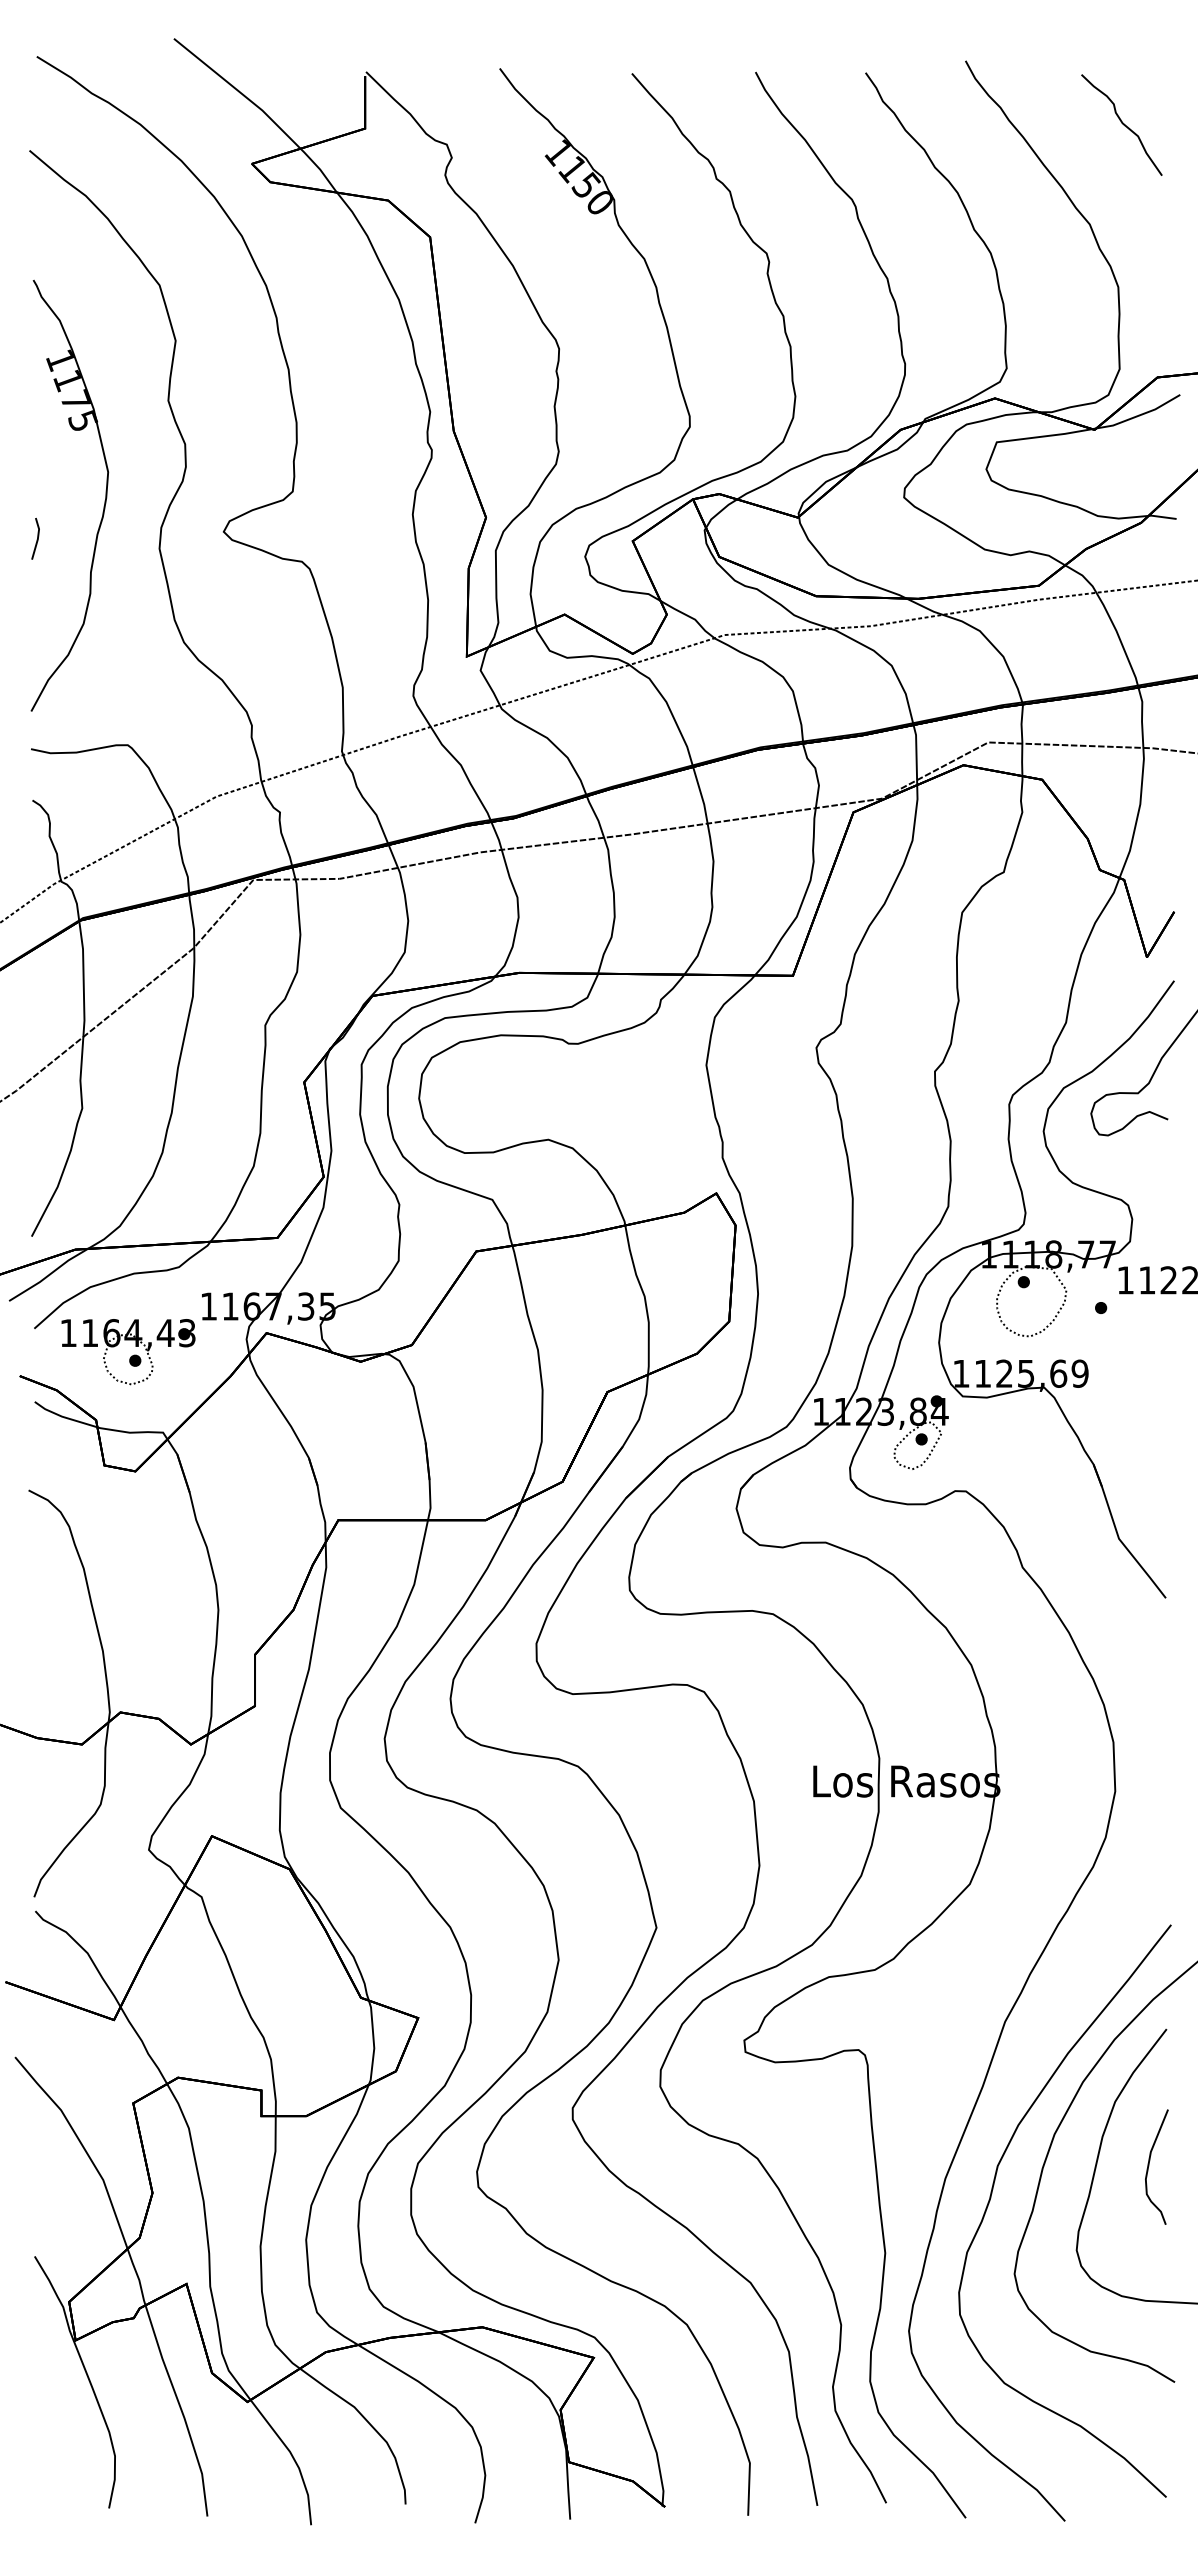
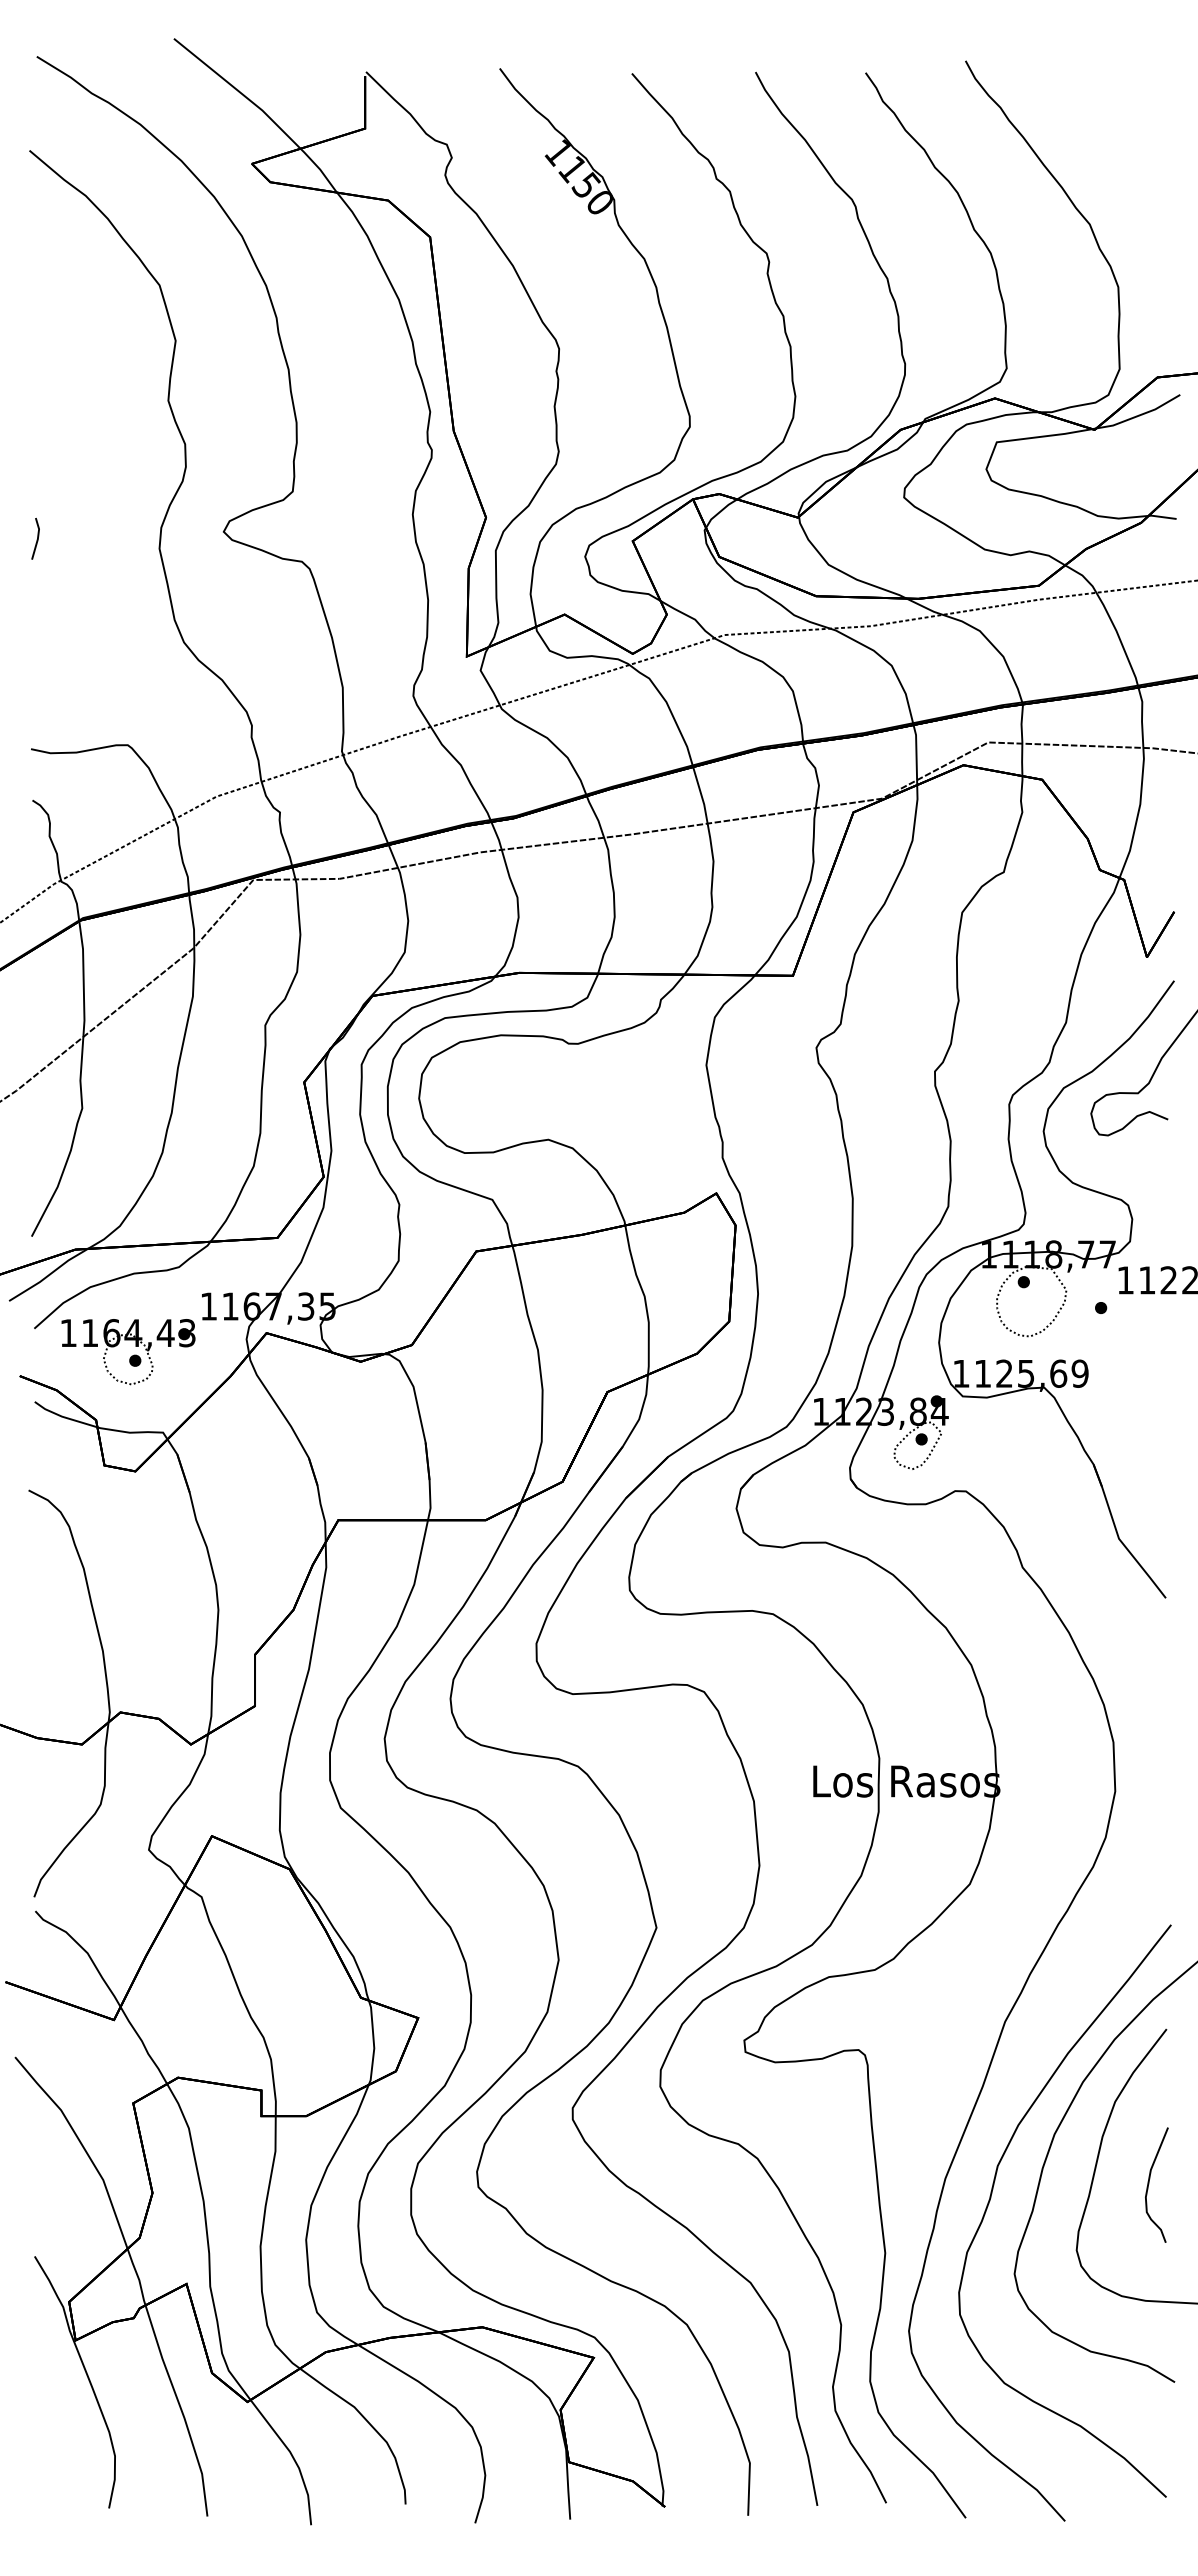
curve at (1121, 123): present -> none
part at (104, 500): present -> none
curve at (1149, 2166) position: (1149, 2166) -> (1149, 2184)
